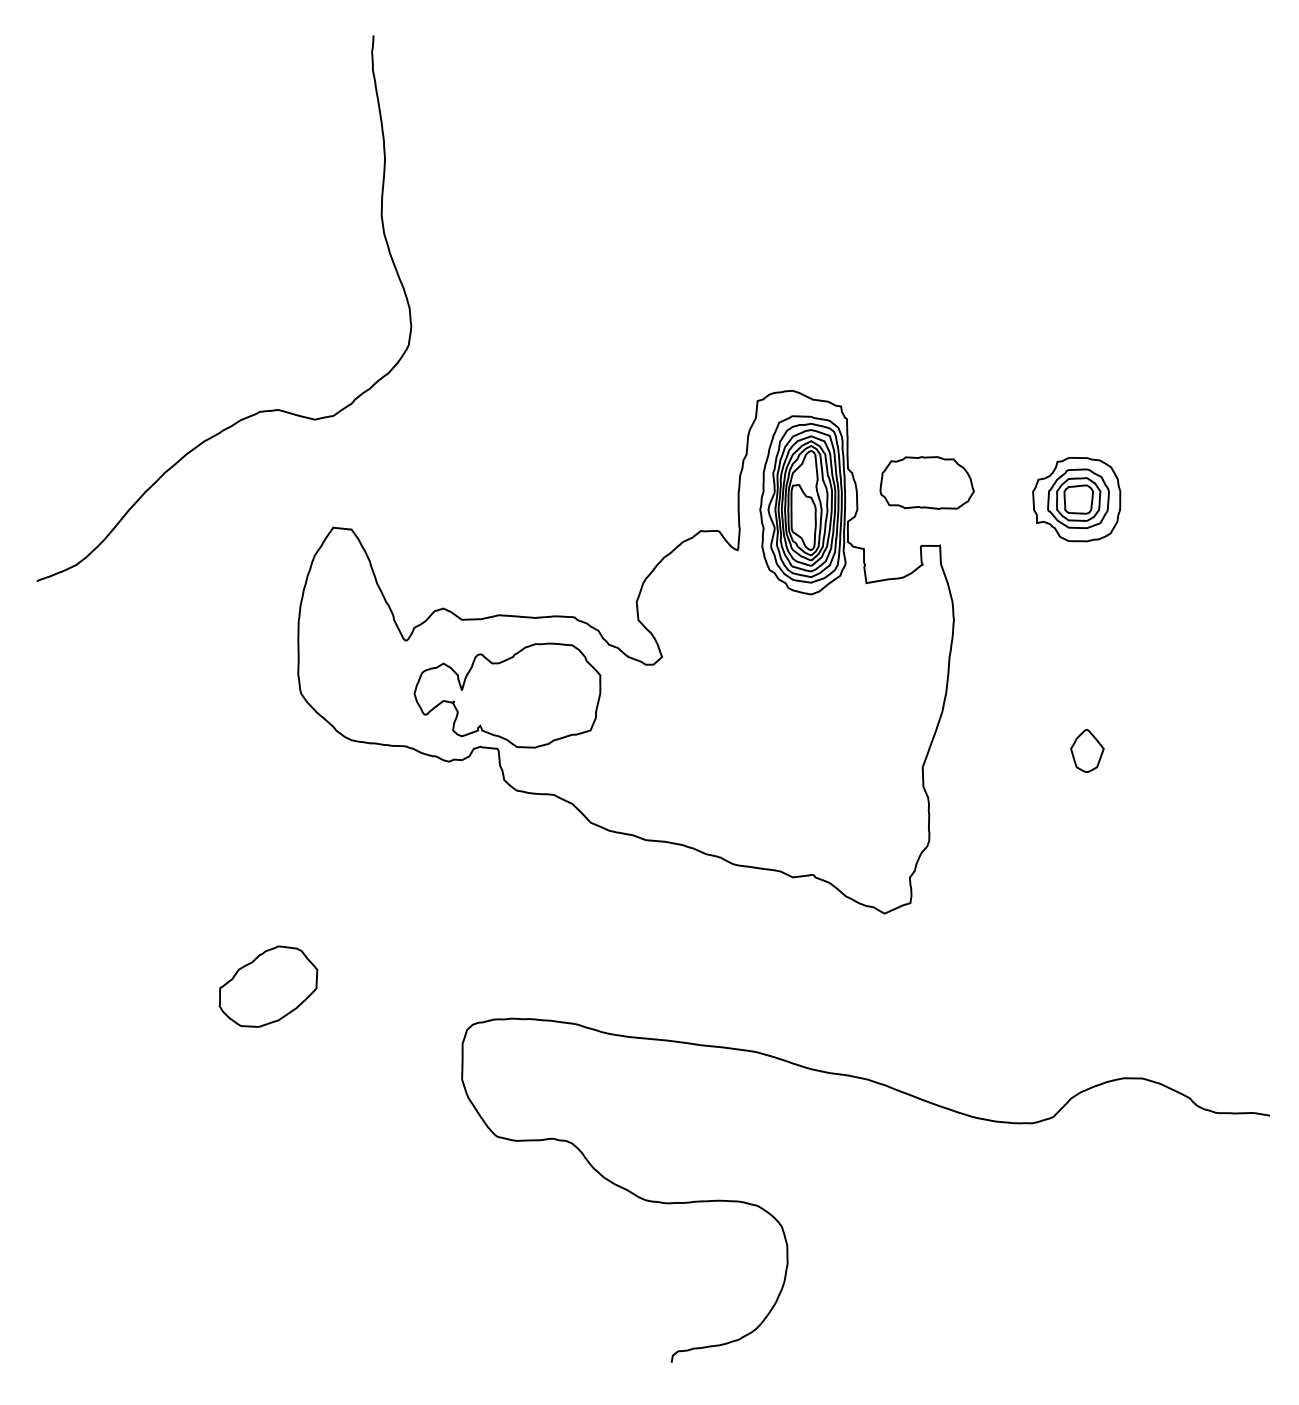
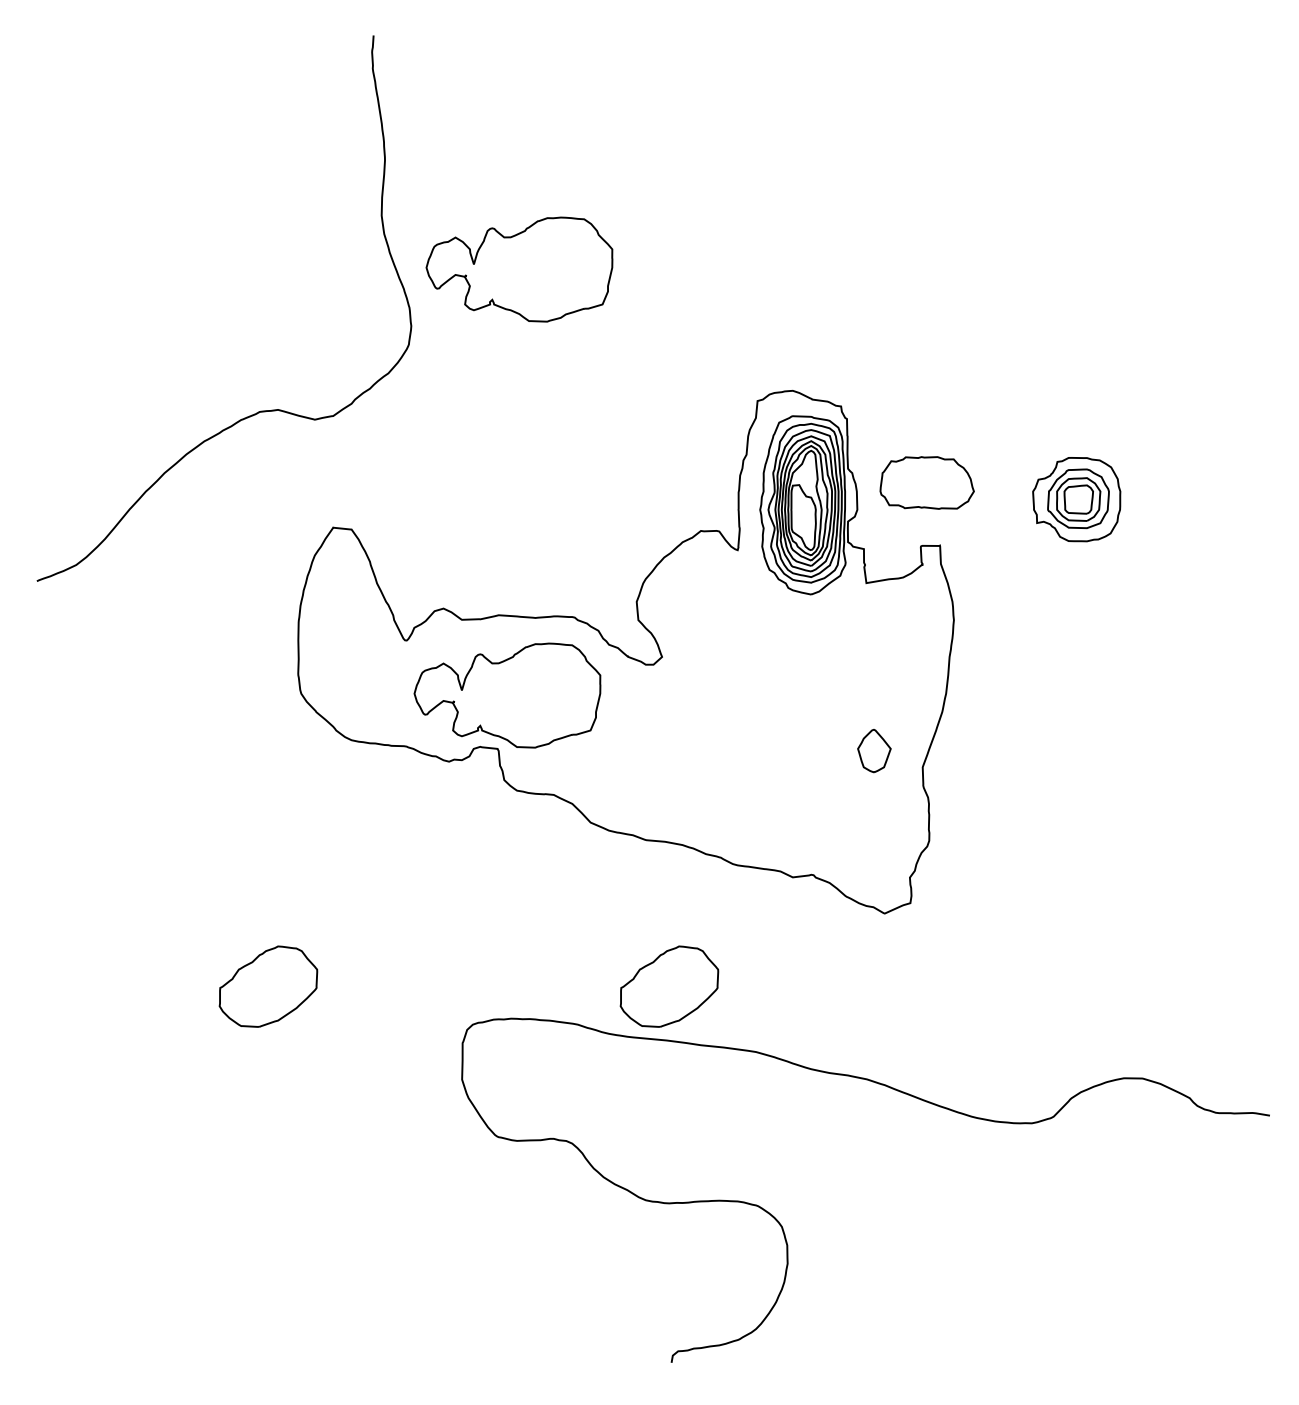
part at (519, 269): none -> present
part at (1087, 751) position: (1087, 751) -> (874, 751)
part at (669, 986): none -> present
